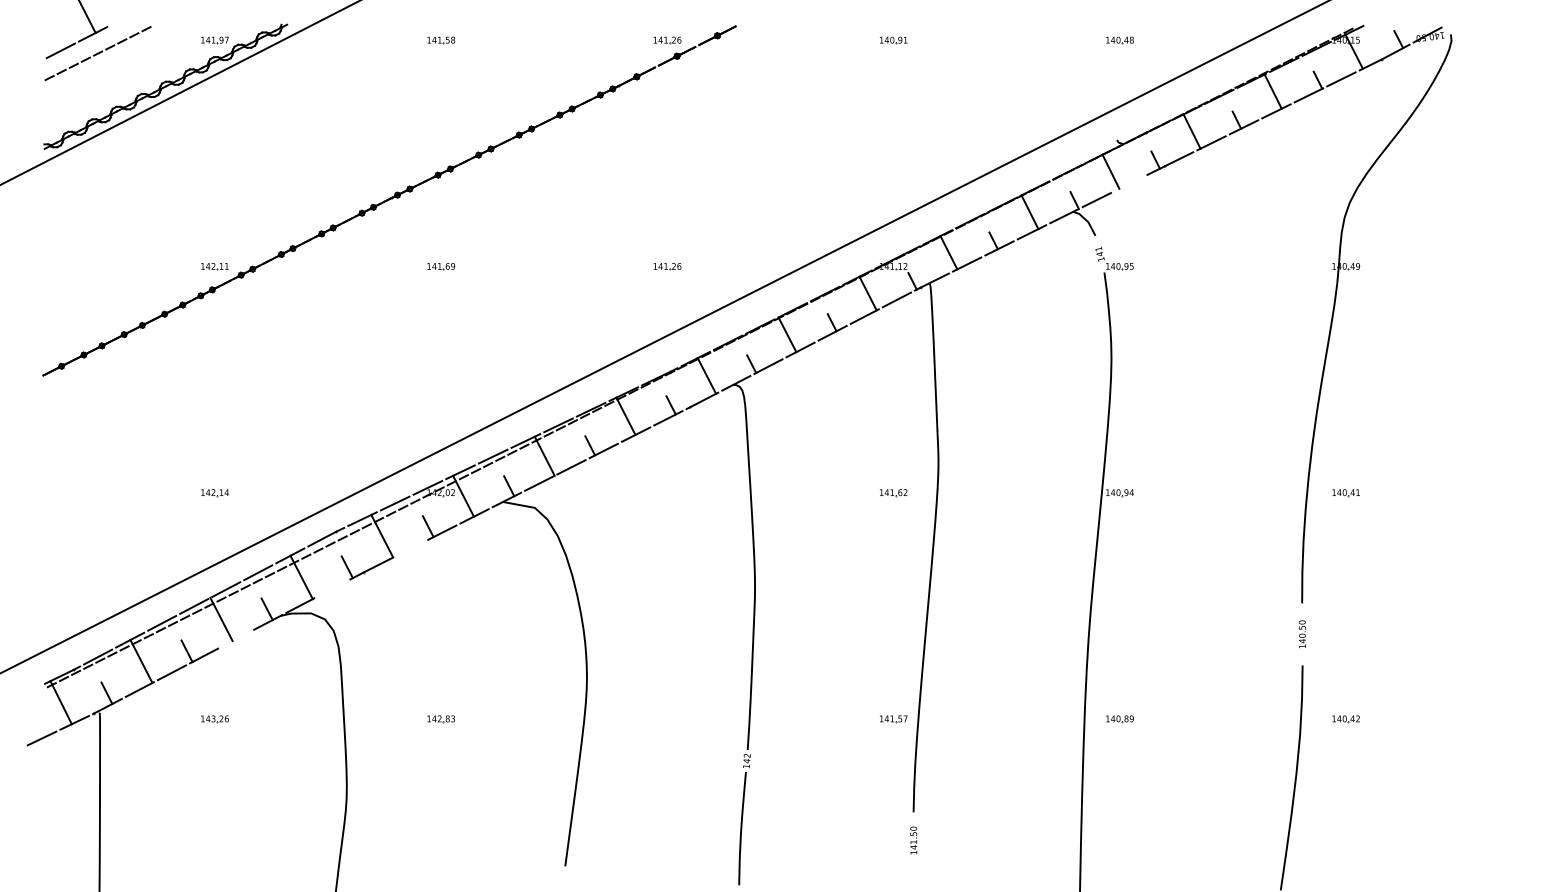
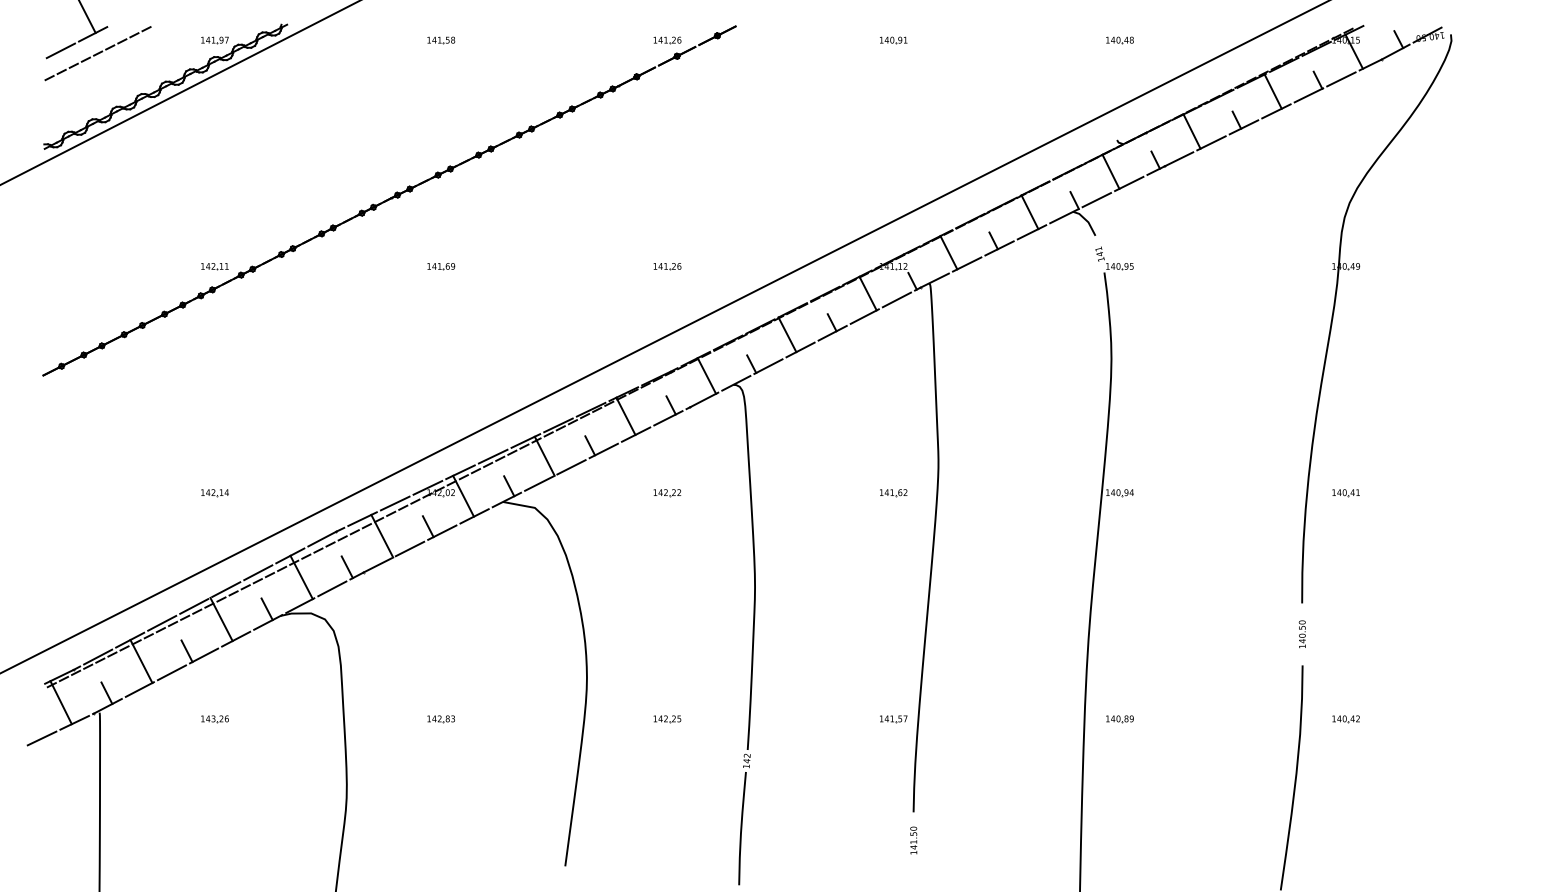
line at (1129, 183): none -> present
part at (667, 493): none -> present
line at (409, 548): none -> present
line at (332, 588): none -> present
line at (236, 638): none -> present
part at (667, 719): none -> present
